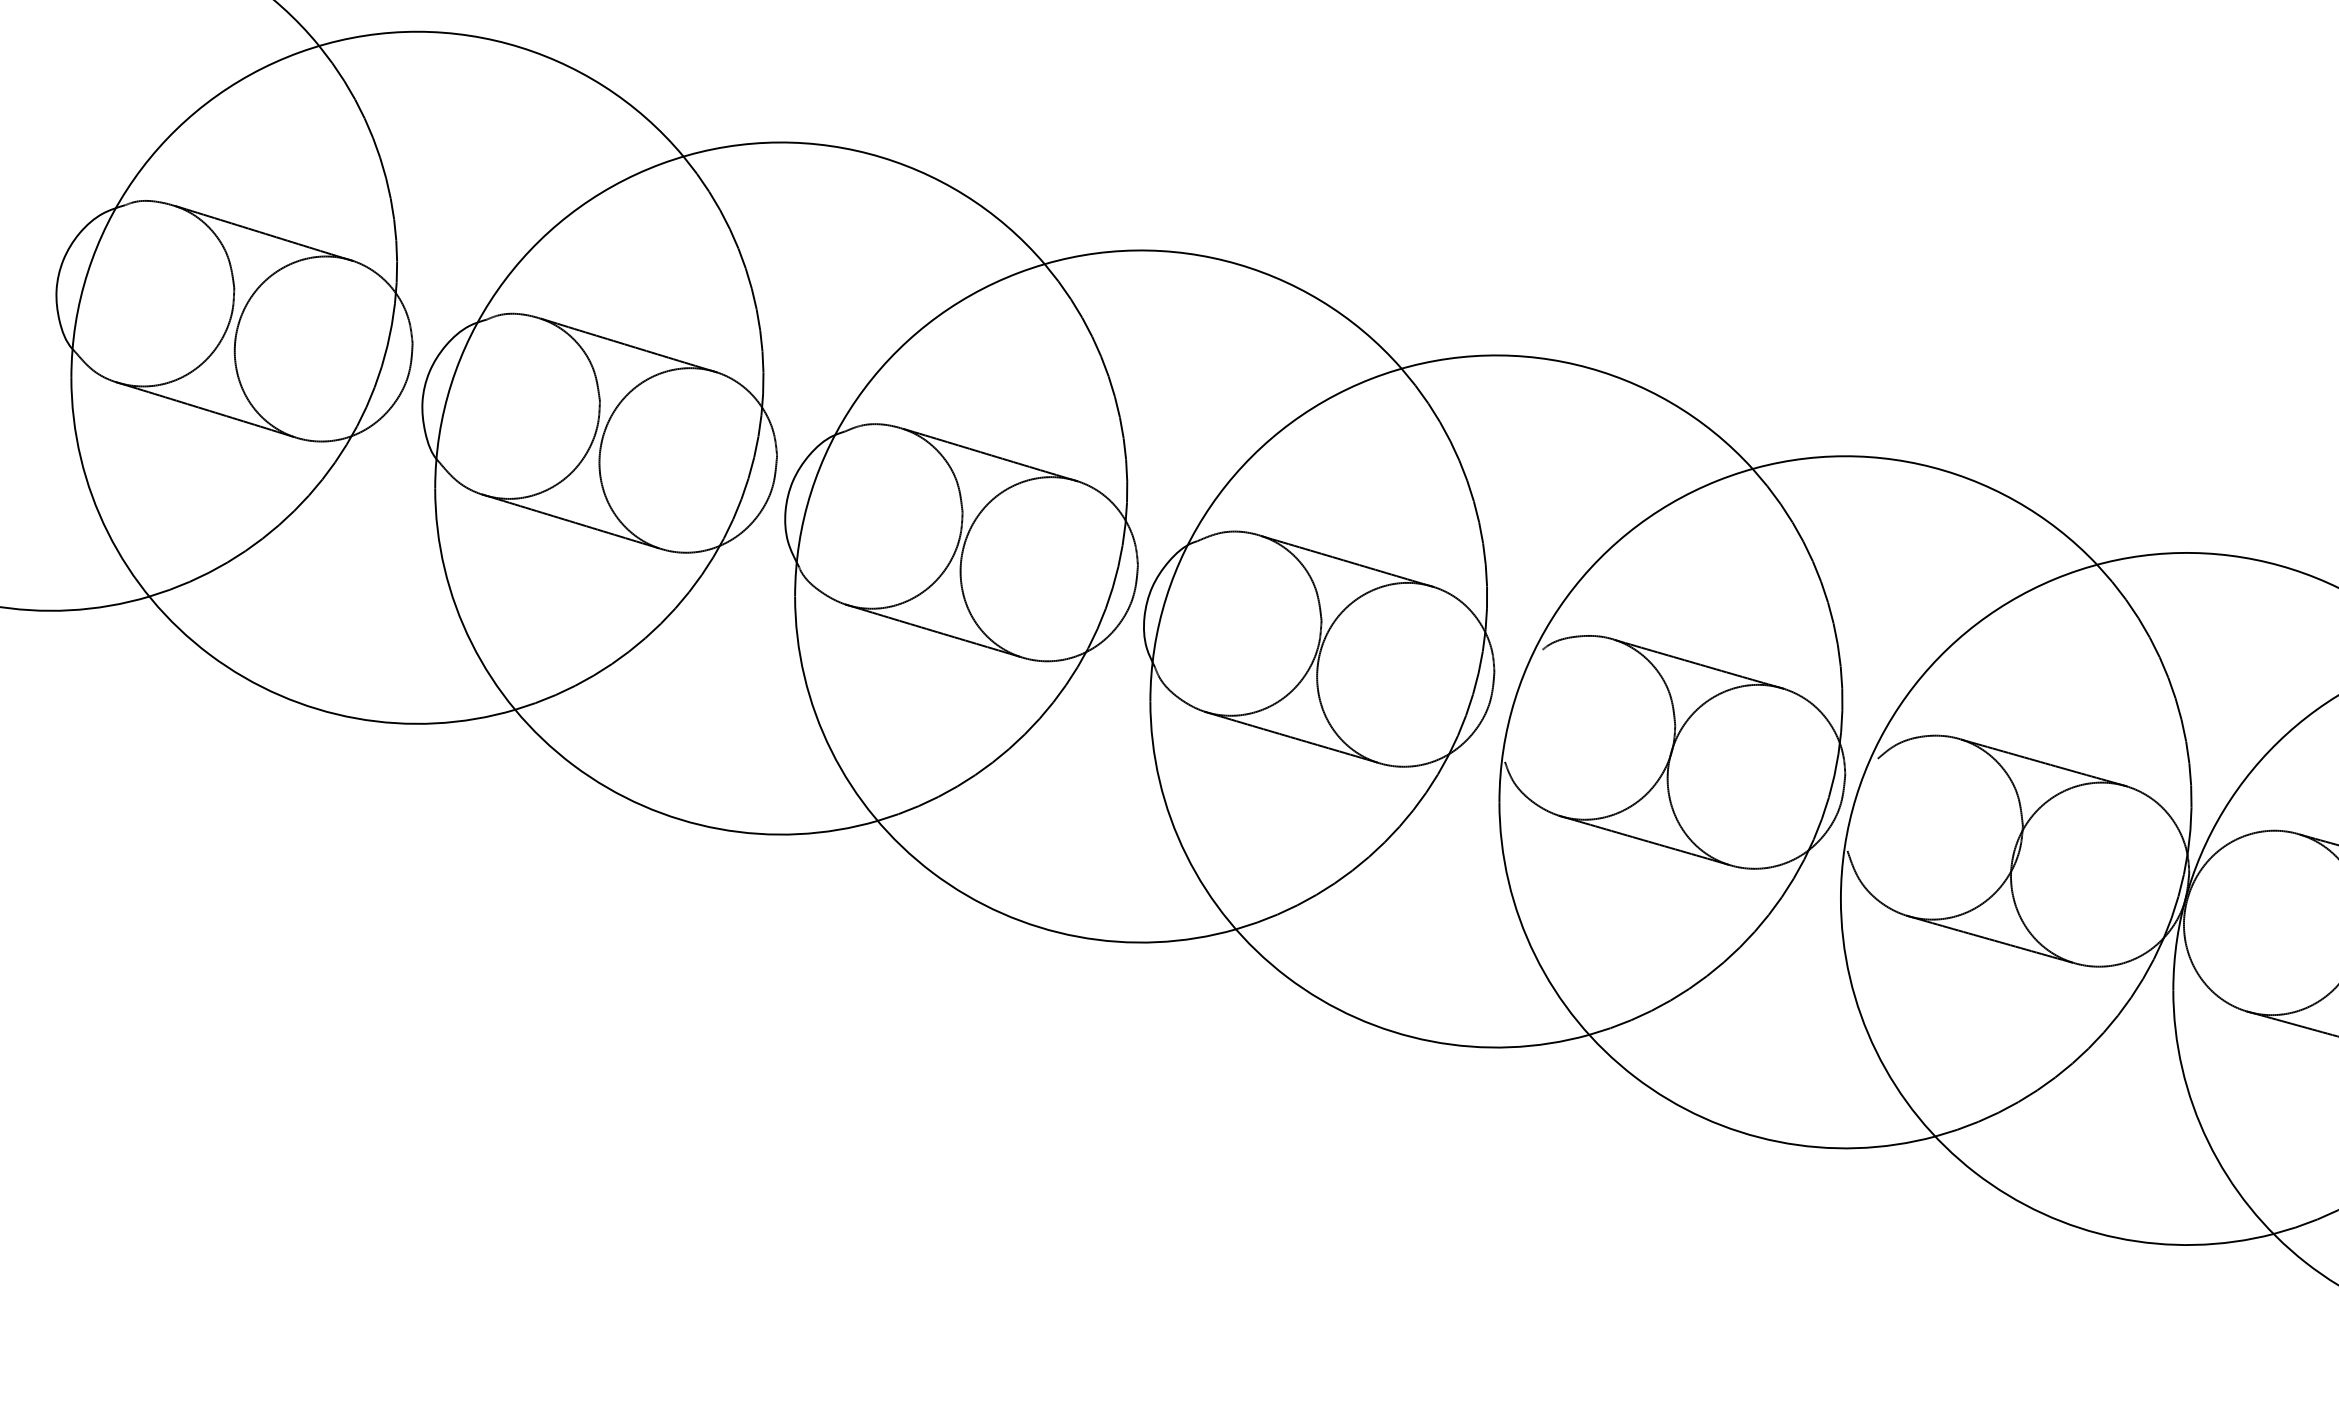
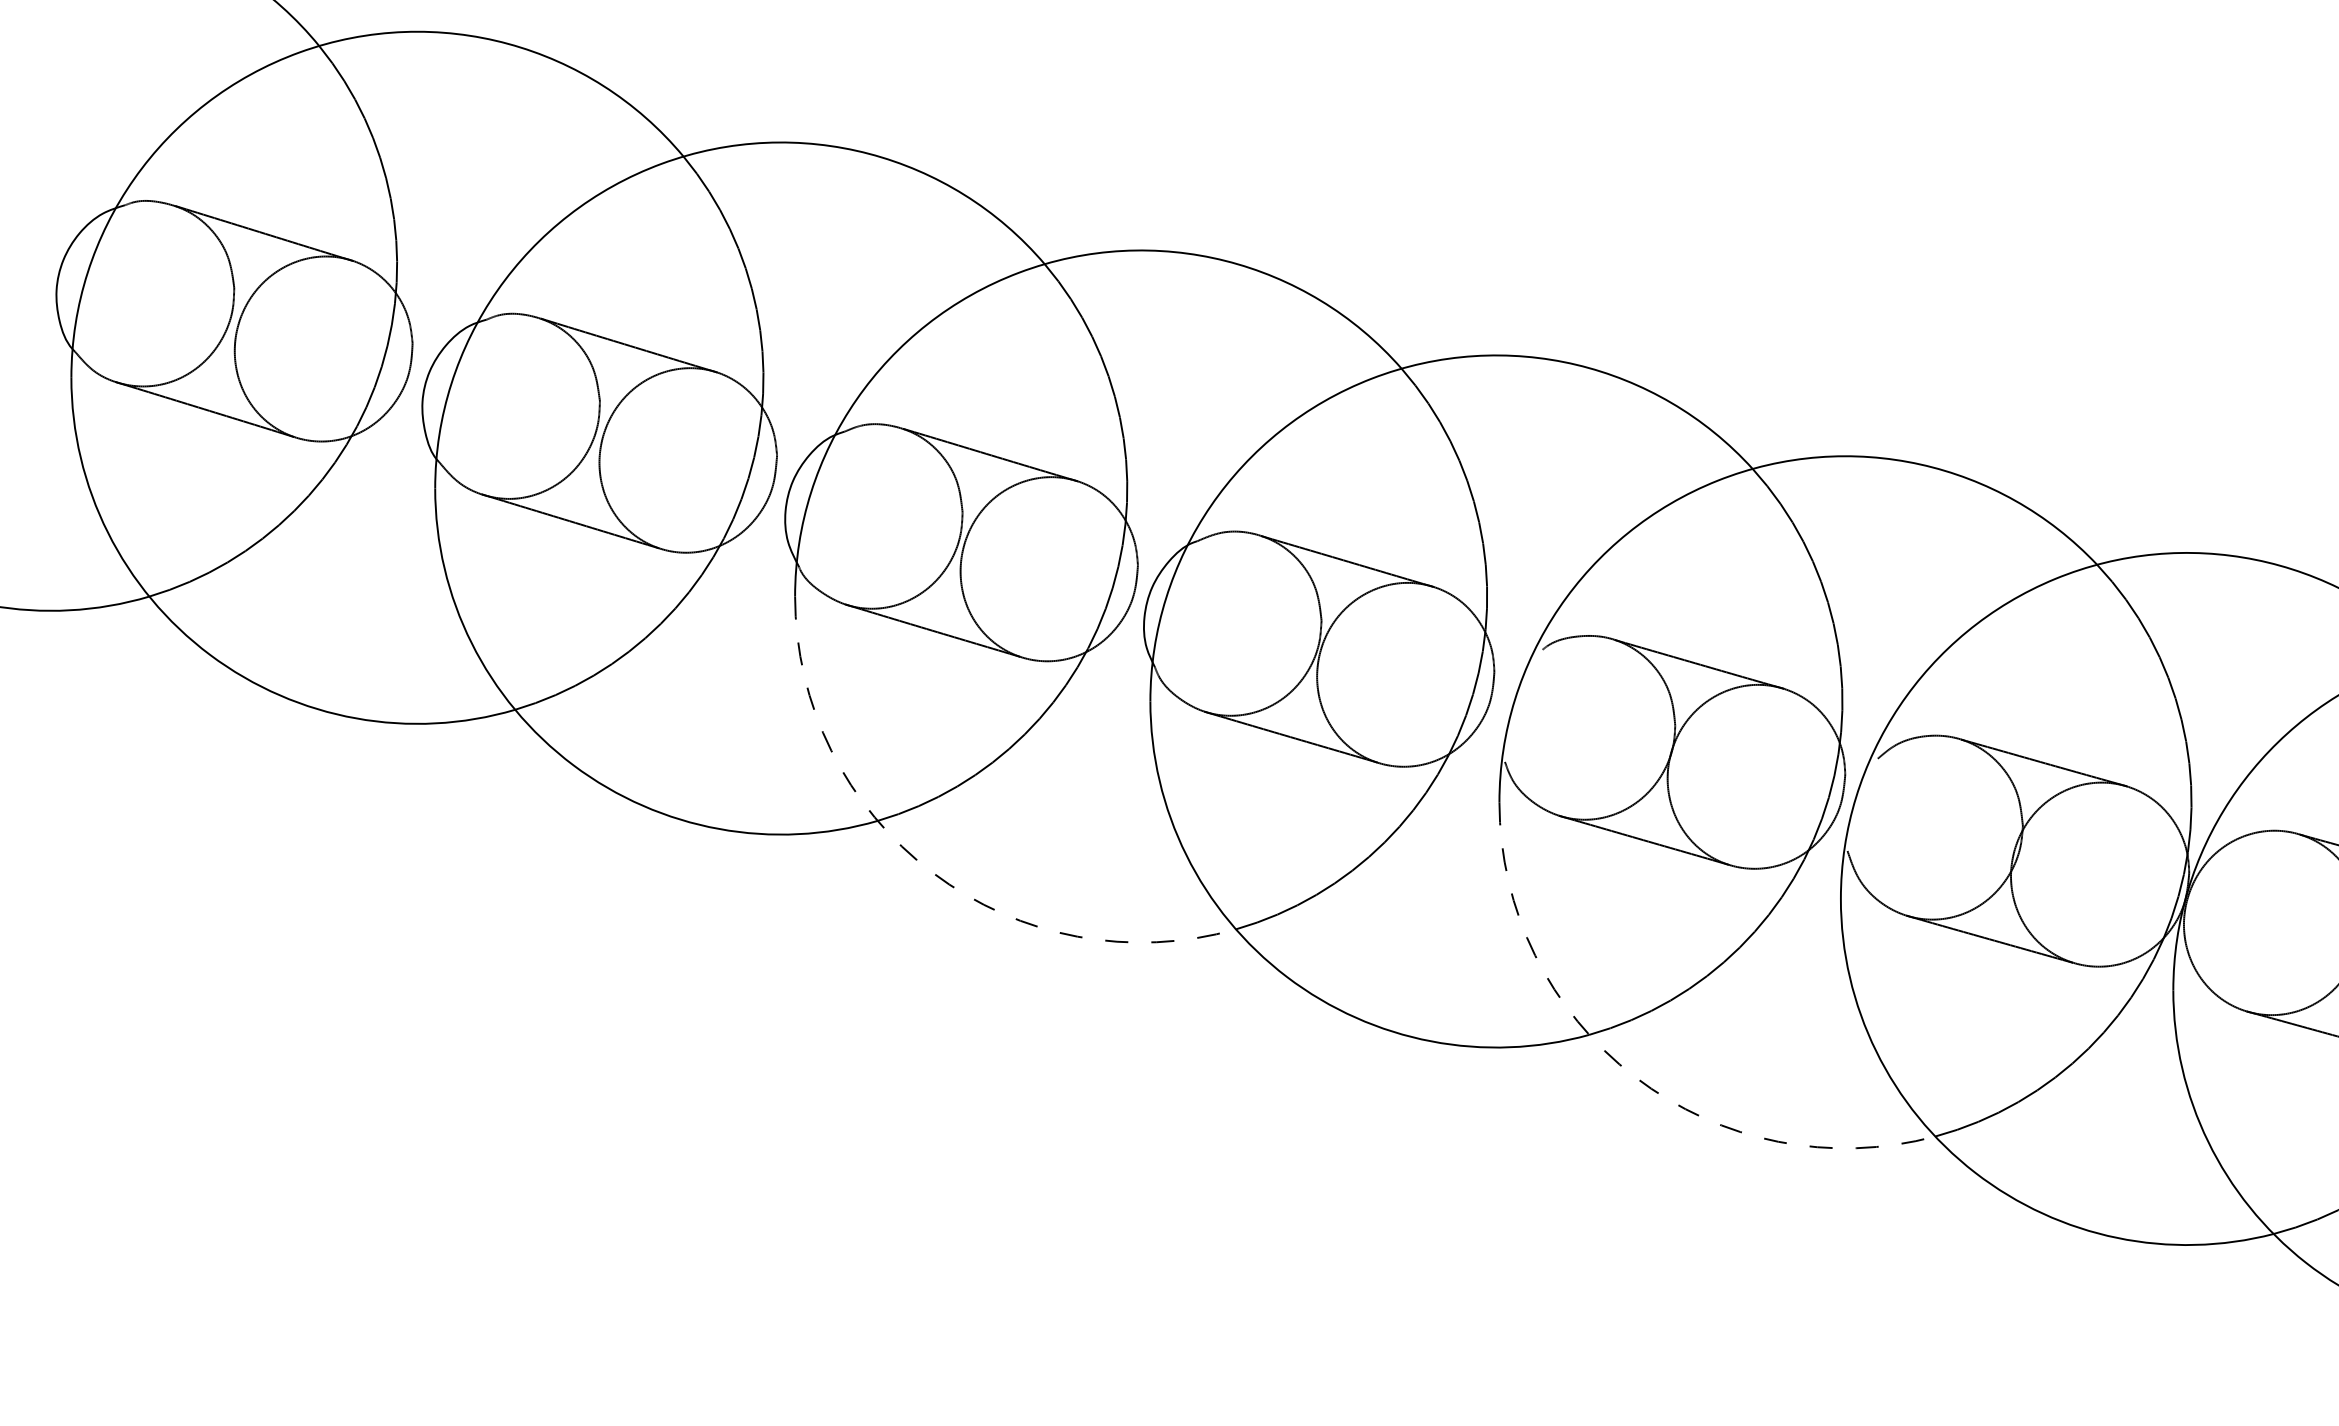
arc at (932, 872): solid -> dashed
arc at (1635, 1077): solid -> dashed
